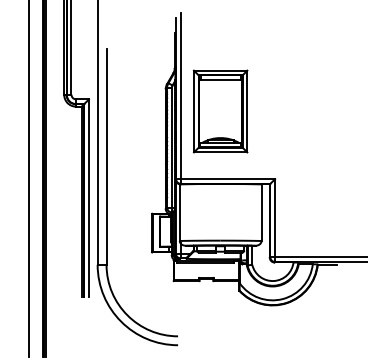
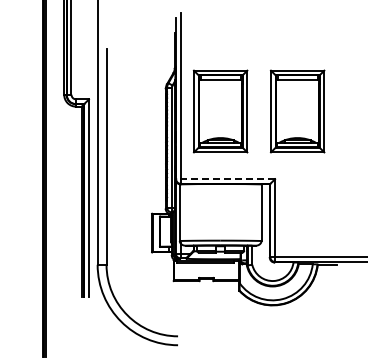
part at (297, 111): none -> present
line at (29, 179): present -> none
line at (225, 179): solid -> dashed
